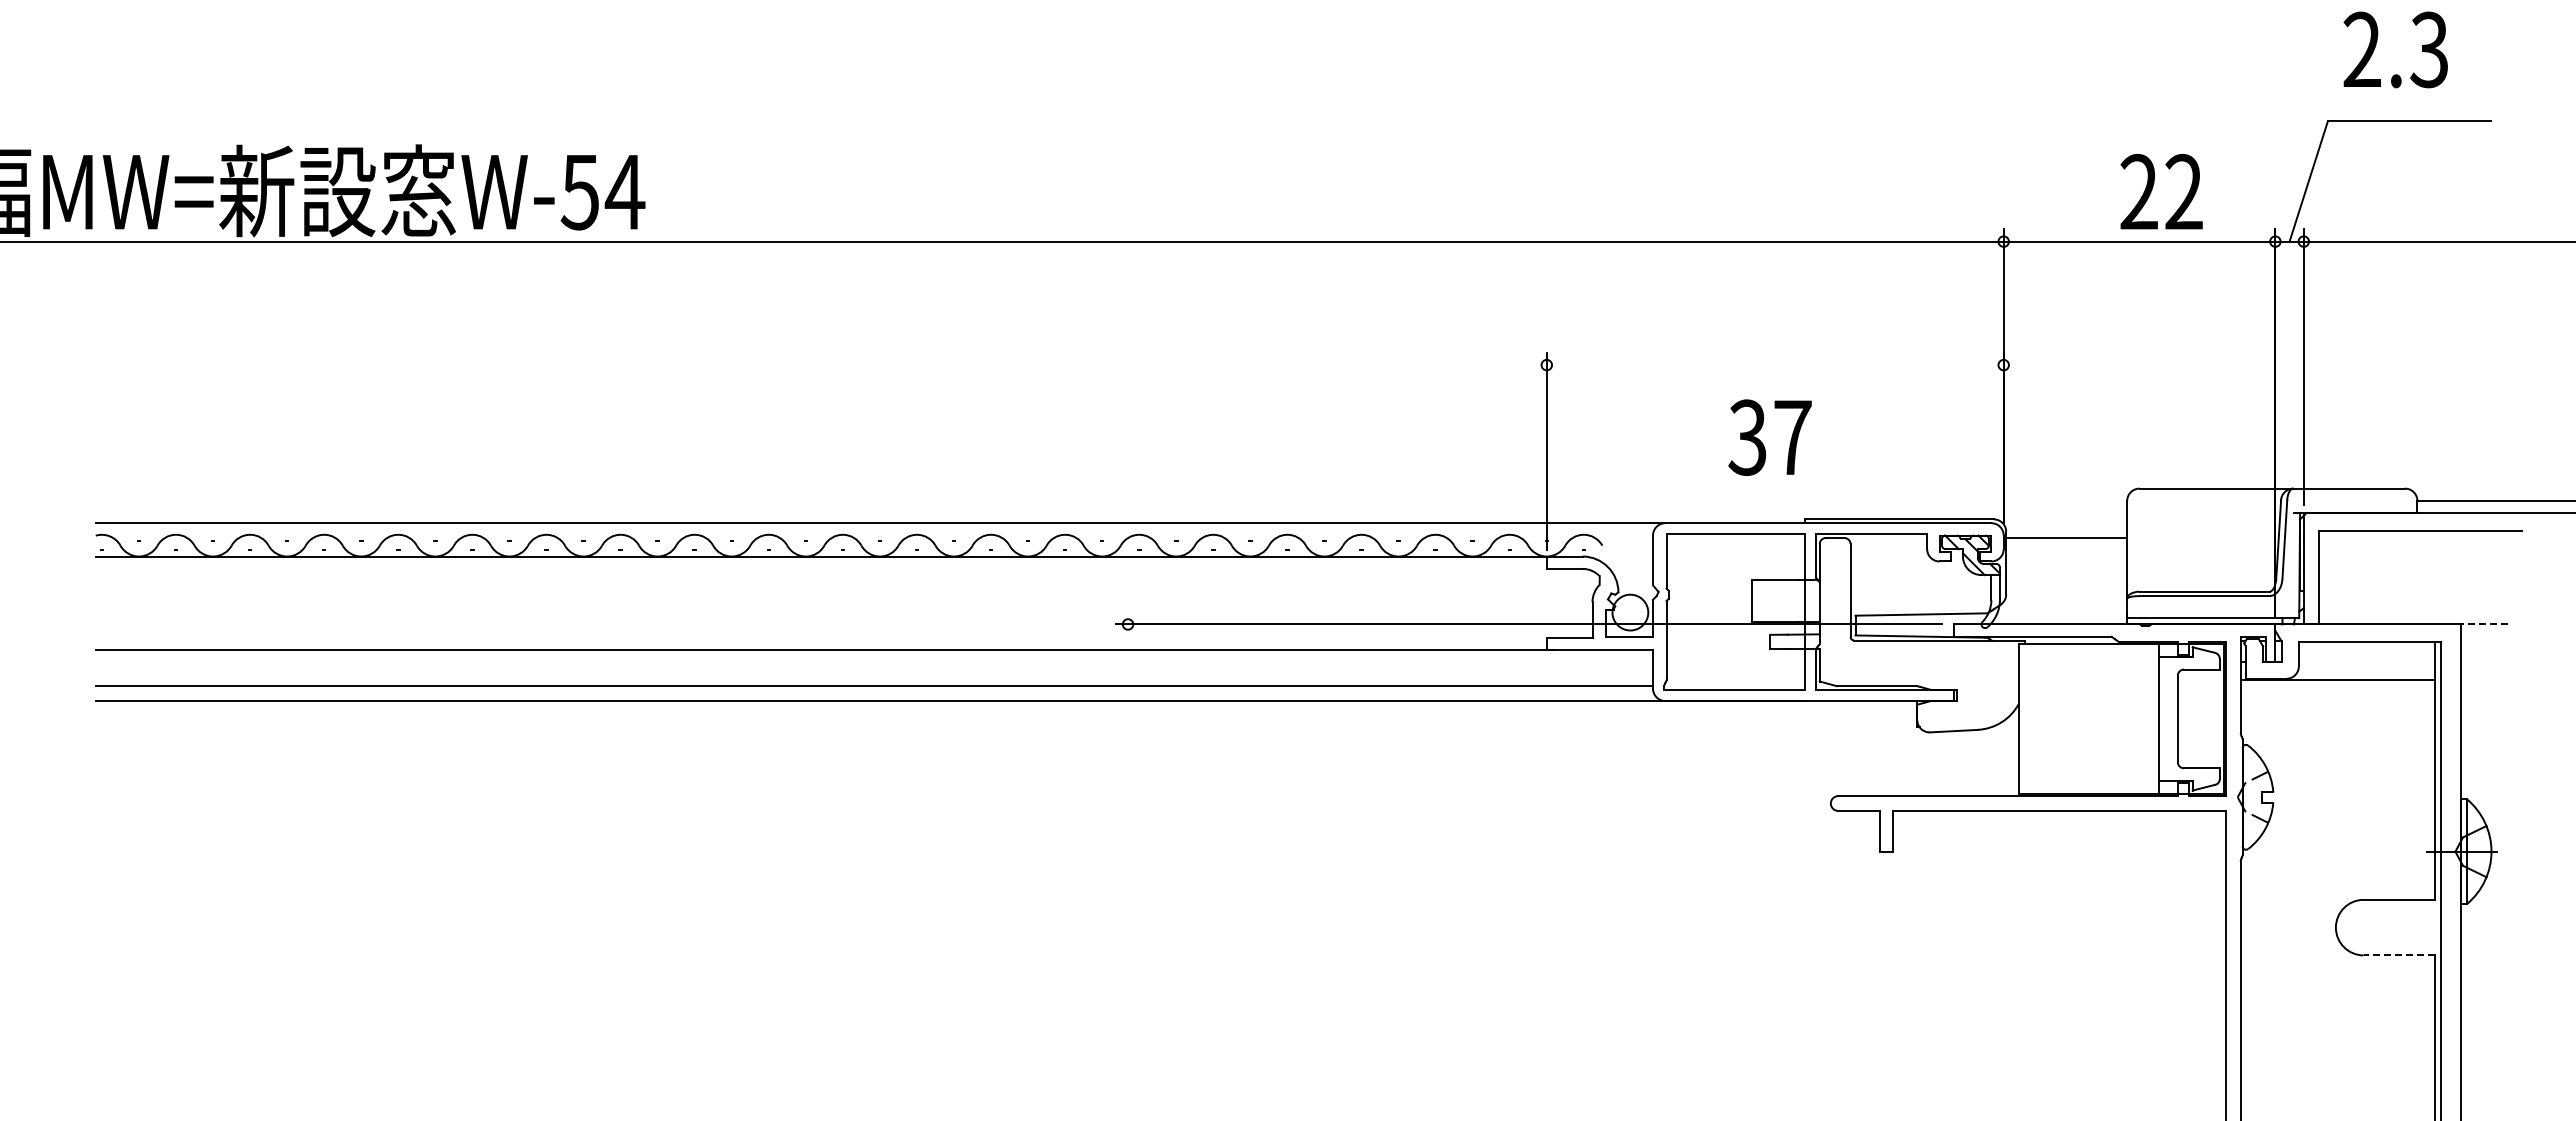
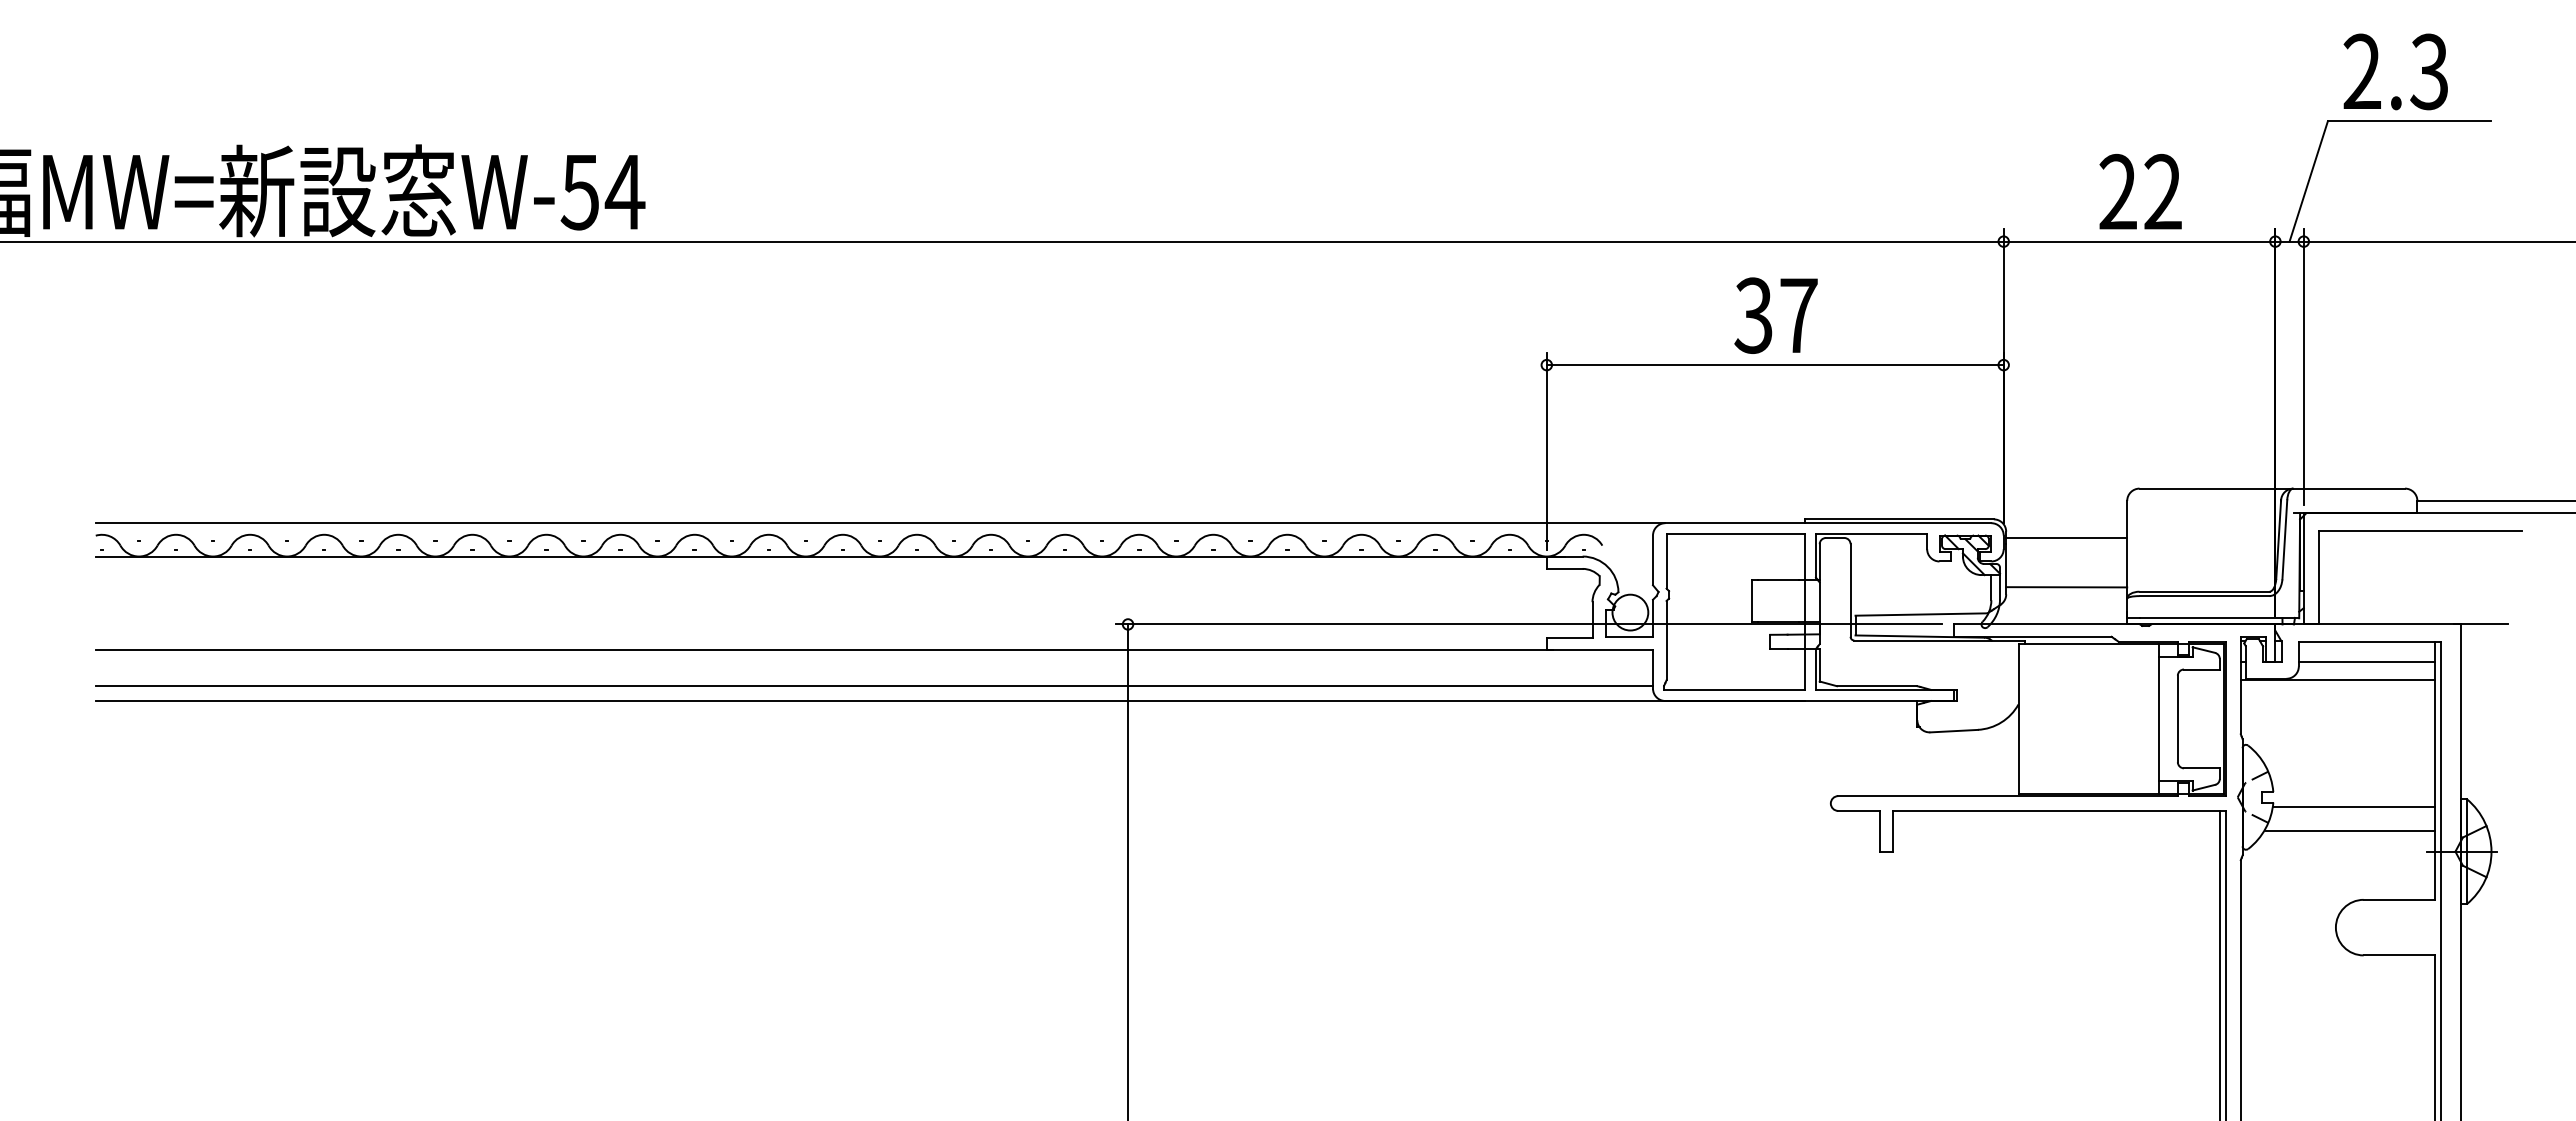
text at (2395, 49) position: (2395, 49) -> (2395, 71)
text at (2161, 191) position: (2161, 191) -> (2140, 191)
line at (1774, 365): none -> present
text at (1769, 437) position: (1769, 437) -> (1775, 315)
line at (2066, 587): none -> present
line at (2481, 624): dashed -> solid
line at (2366, 661): none -> present
line at (2353, 807): none -> present
line at (2349, 831): none -> present
line at (1128, 870): none -> present
line at (2399, 955): dashed -> solid
line at (2219, 963): none -> present
